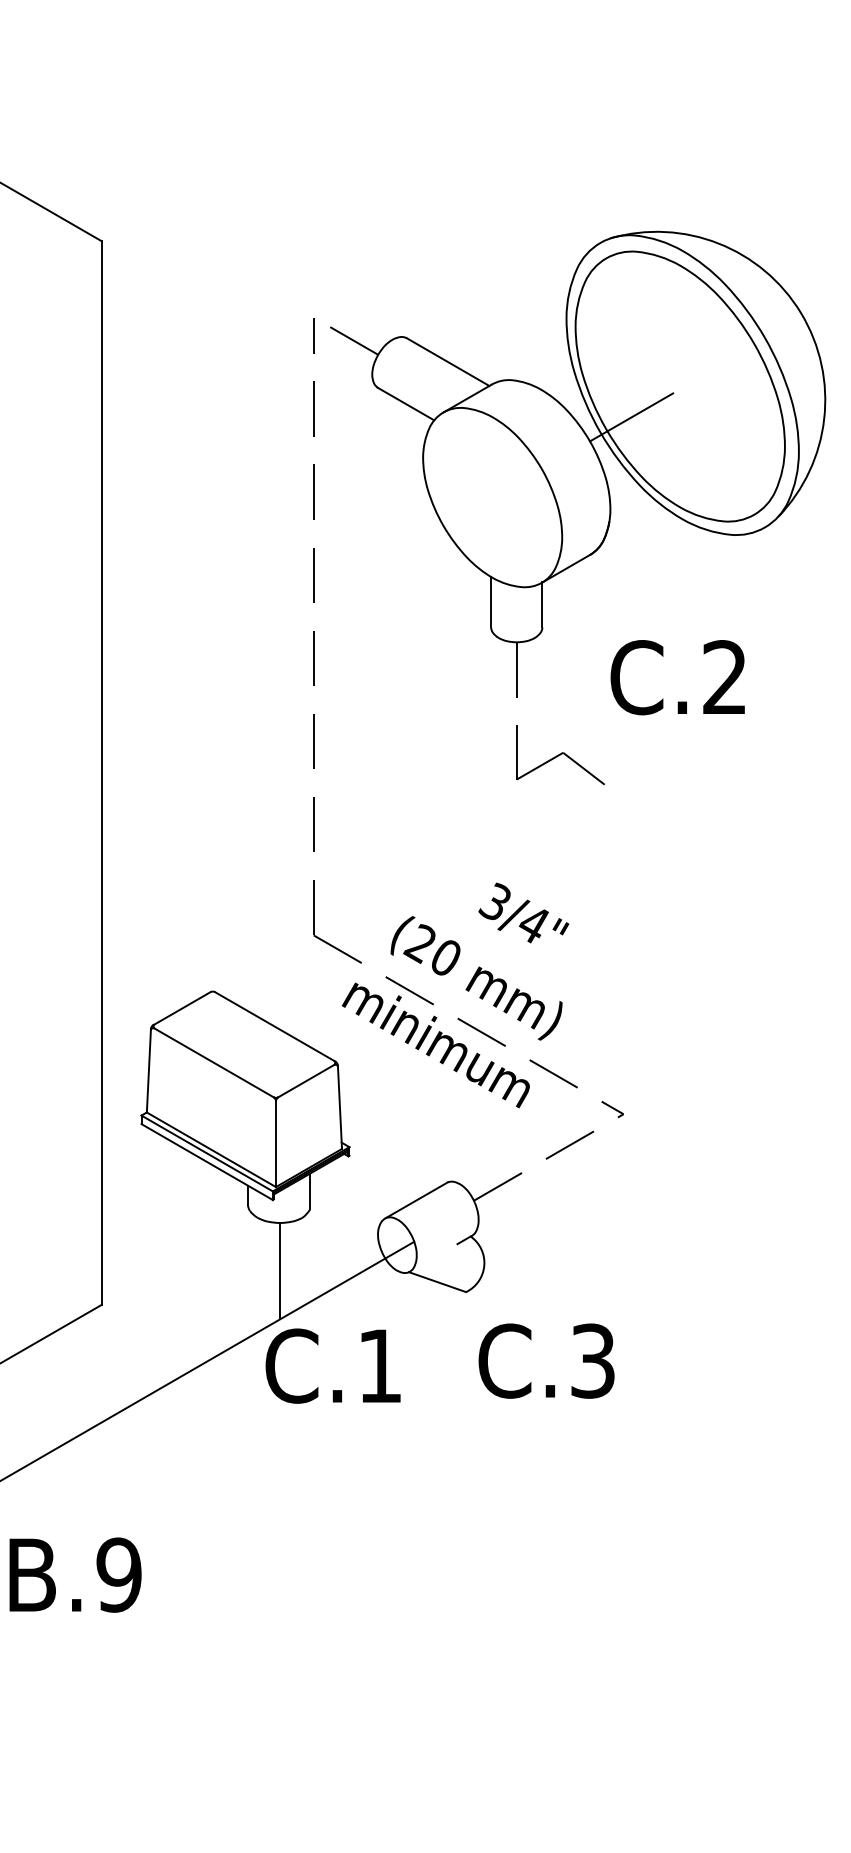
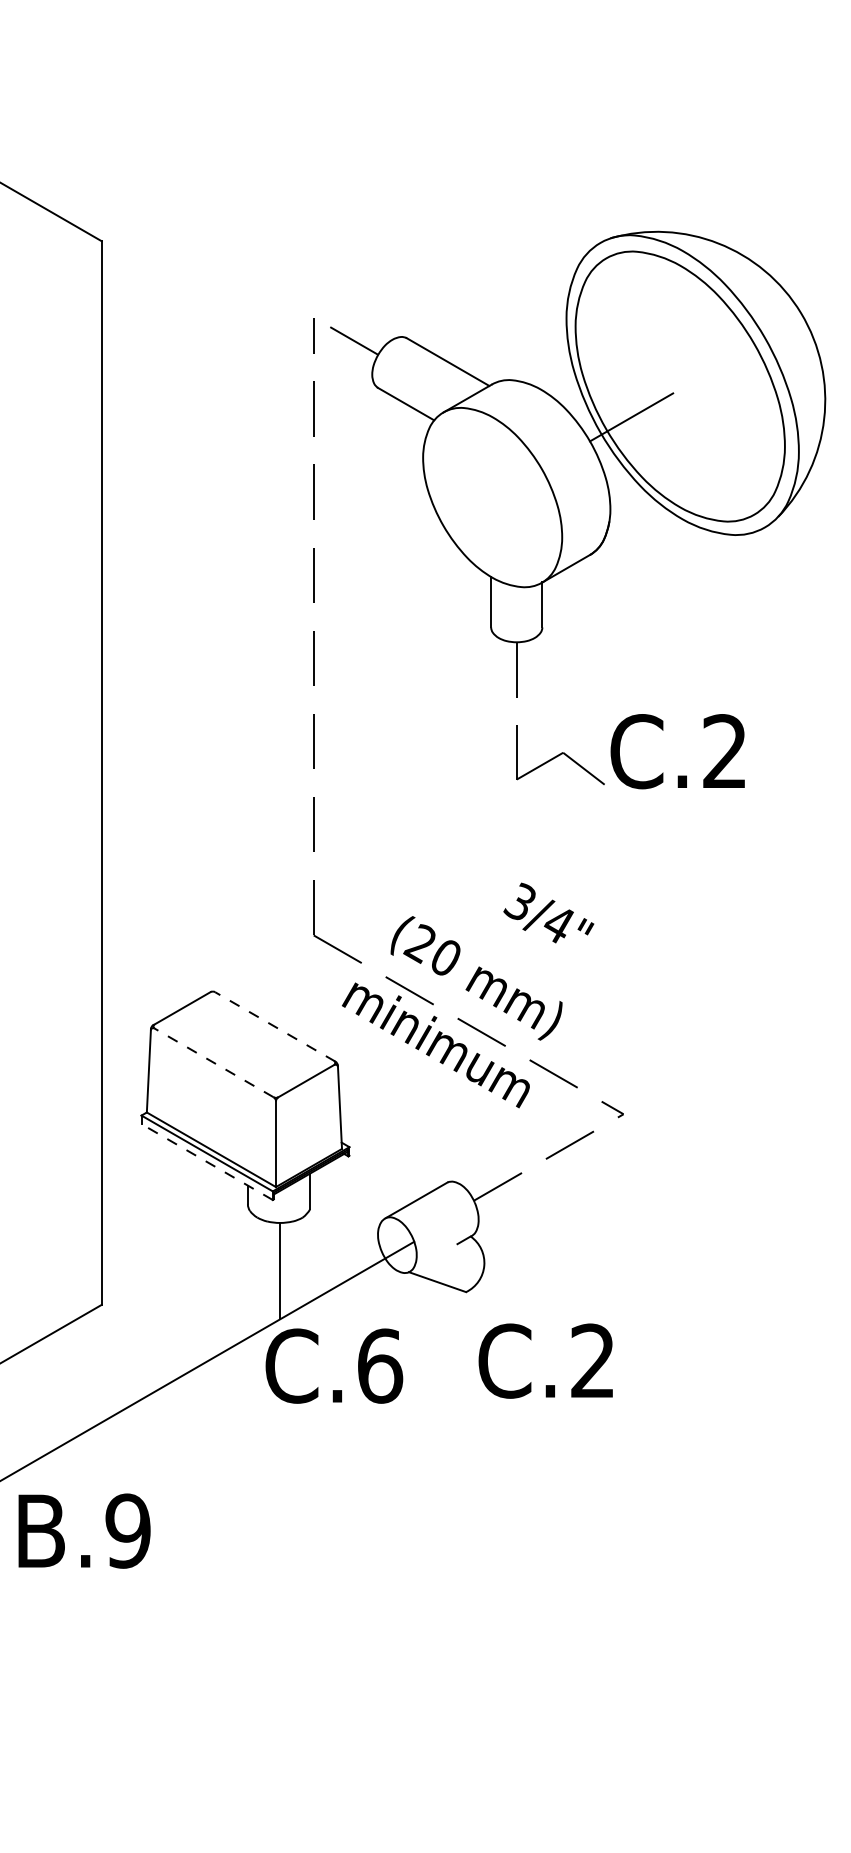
text at (677, 677) position: (677, 677) -> (677, 751)
text at (523, 912) position: (523, 912) -> (548, 912)
line at (274, 1026): solid -> dashed
line at (214, 1062): solid -> dashed
line at (207, 1162): solid -> dashed
text at (592, 1360): C.3 -> C.2
text at (380, 1365): C.1 -> C.6
text at (75, 1574) position: (75, 1574) -> (84, 1530)
